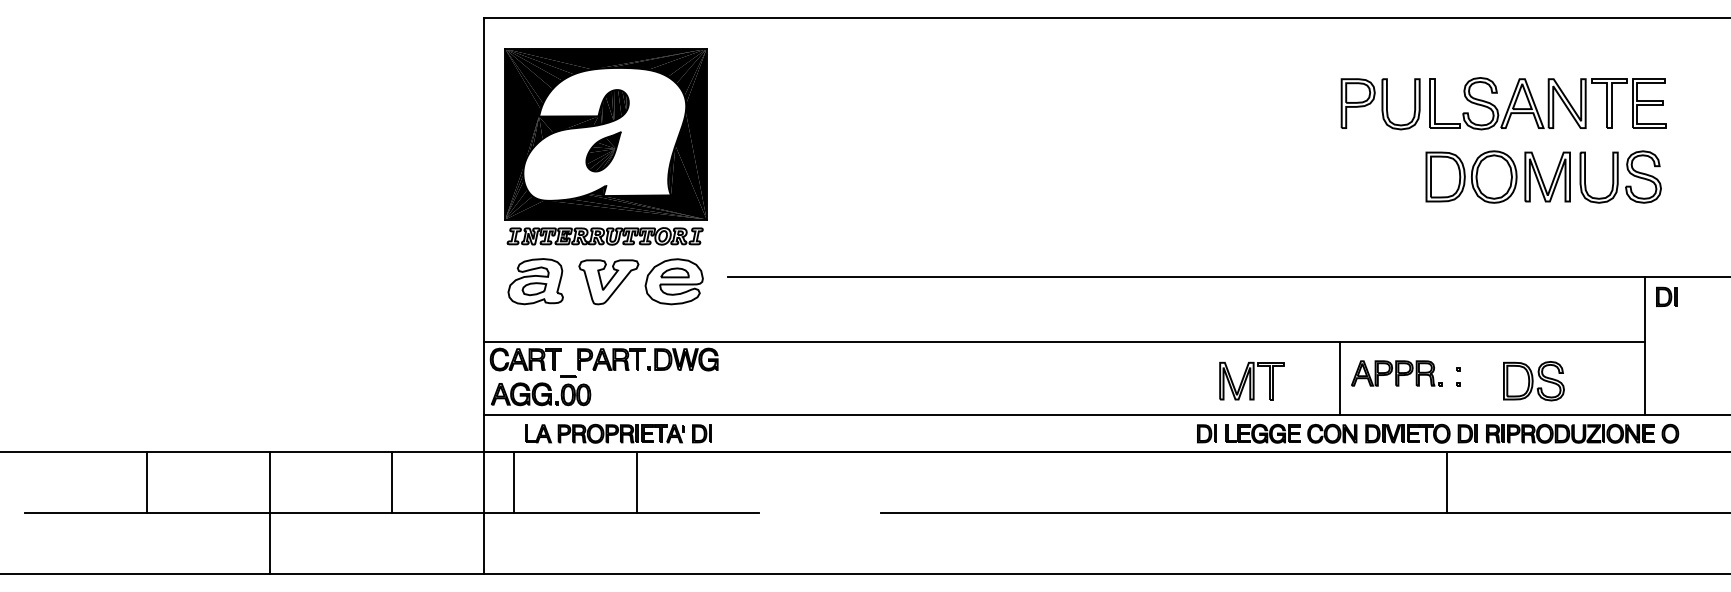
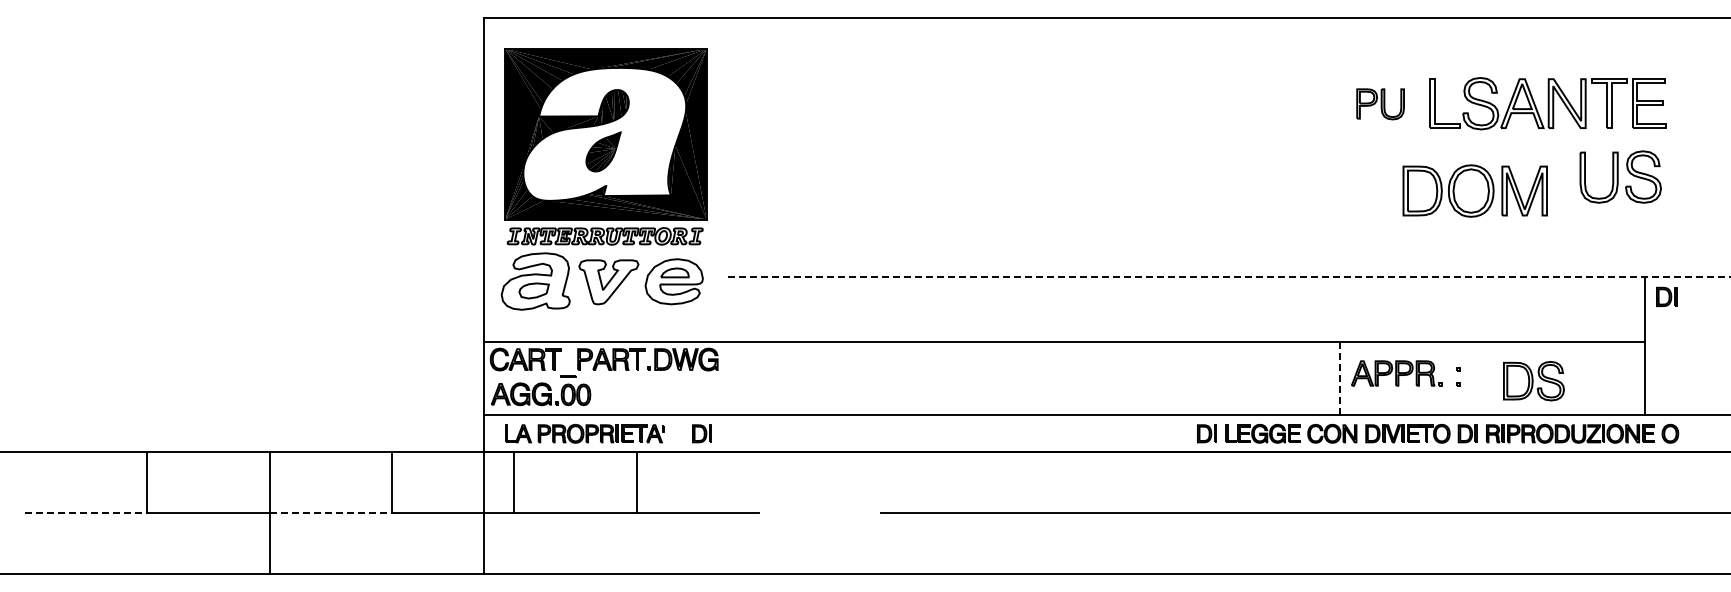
part at (1380, 104) size: 81x53 px -> 49x33 px
part at (1497, 176) position: (1497, 176) -> (1474, 190)
line at (1229, 277): solid -> dashed
part at (535, 281) size: 57x48 px -> 71x59 px
line at (1339, 378): solid -> dashed
part at (1251, 380): present -> none
part at (604, 433) position: (604, 433) -> (584, 433)
line at (1446, 482): present -> none
line at (86, 513): solid -> dashed
line at (331, 513): solid -> dashed
